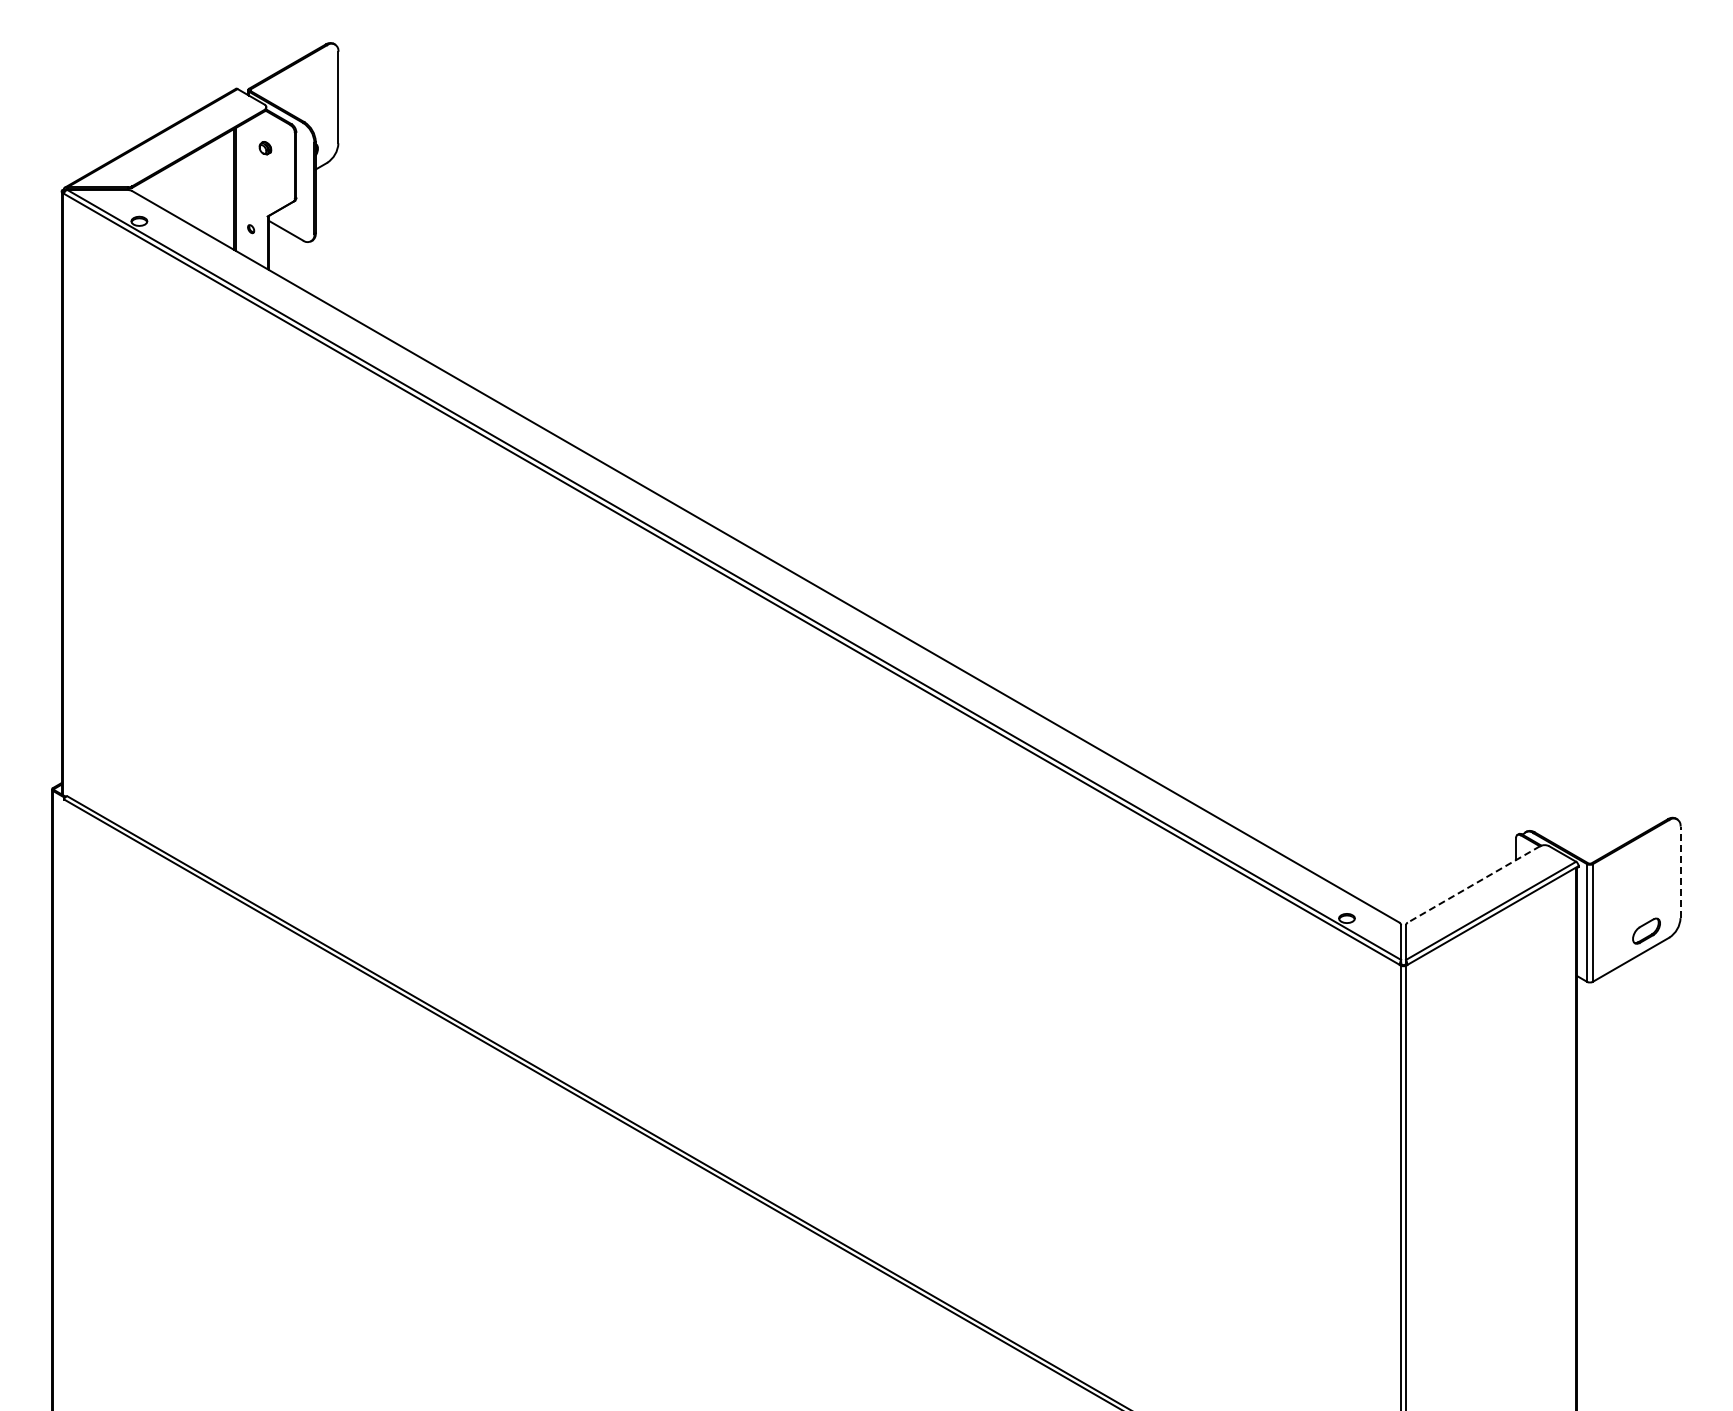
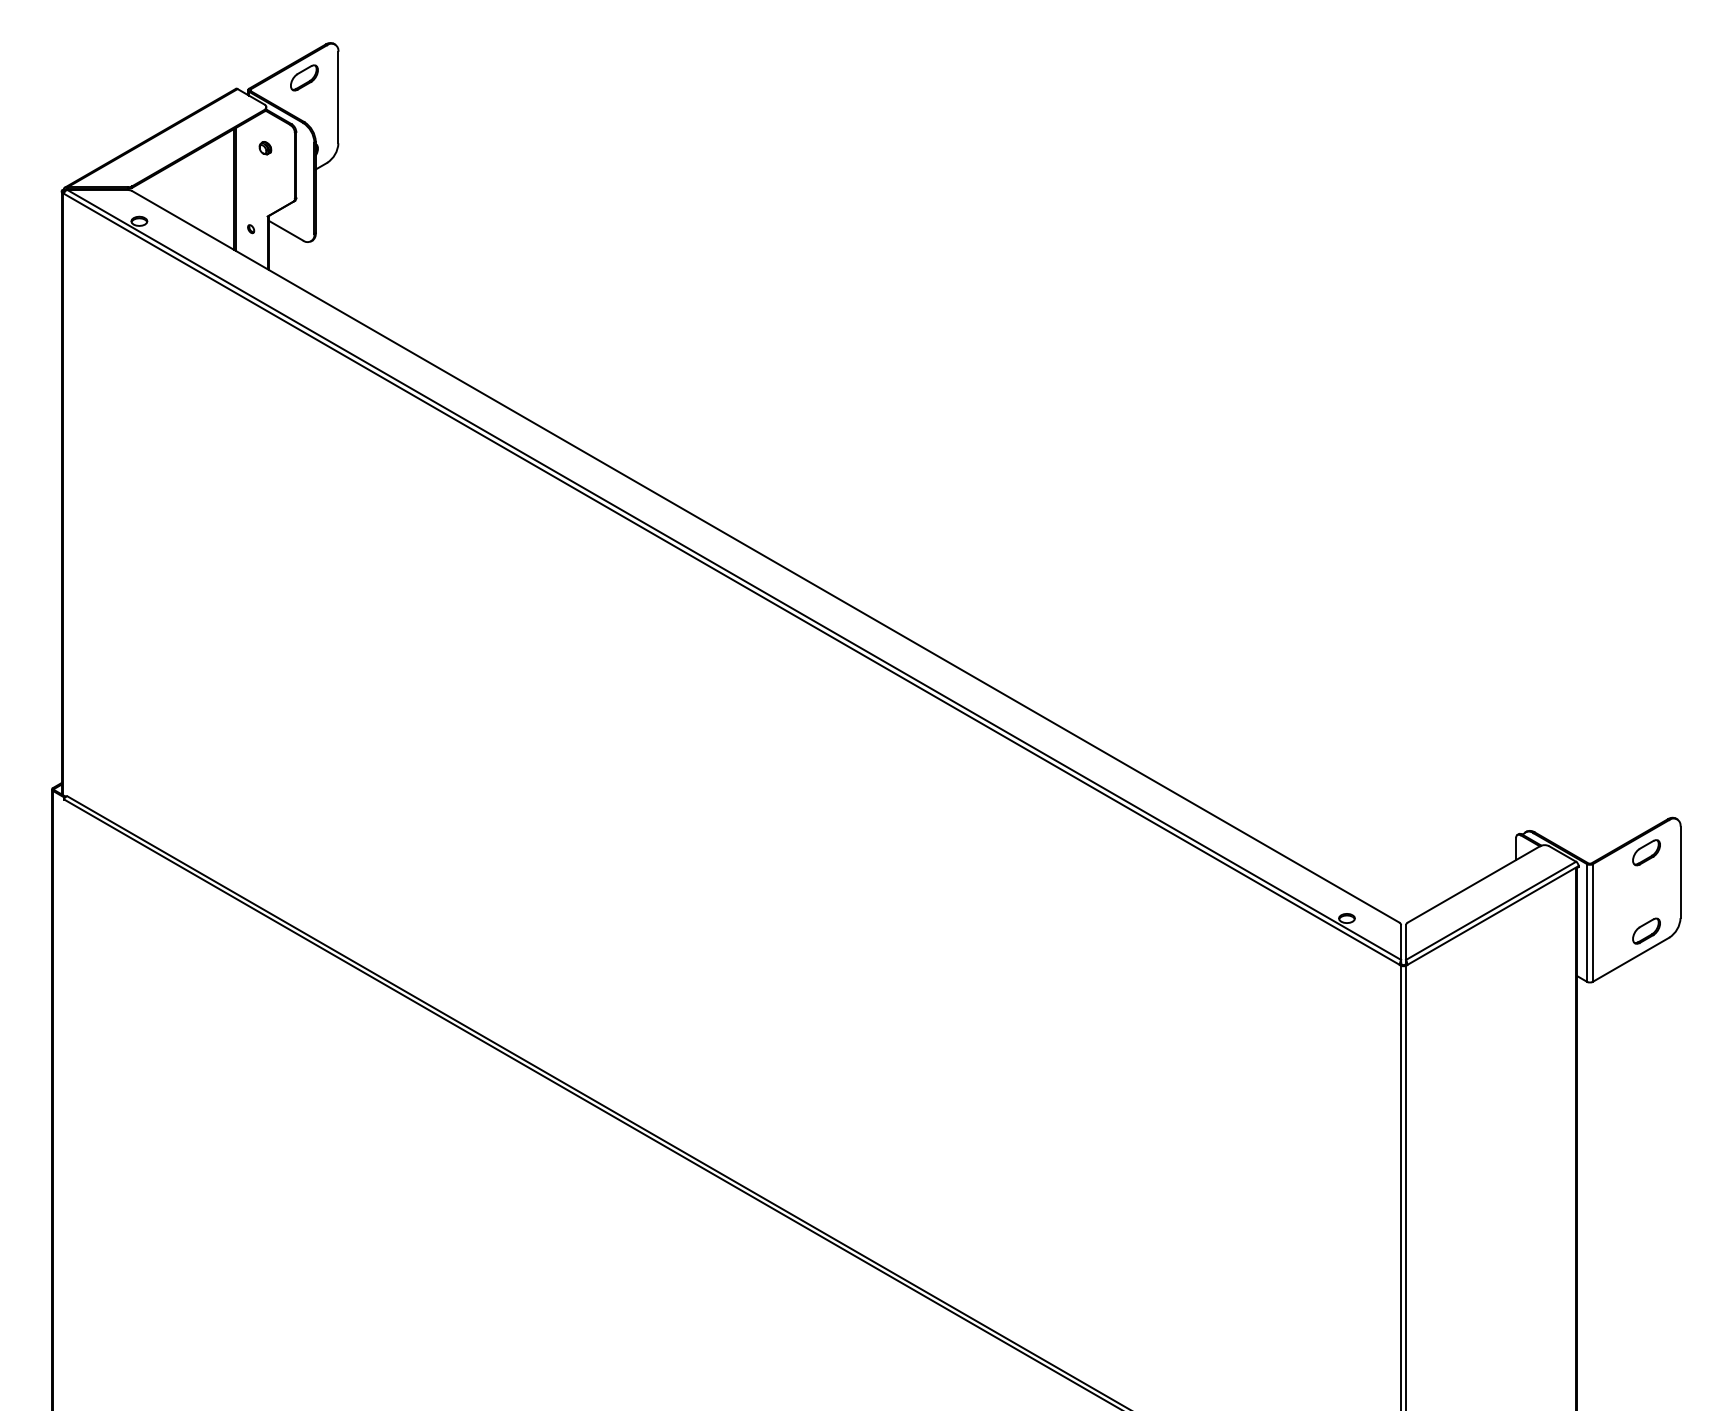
part at (304, 77): none -> present
part at (1646, 852): none -> present
line at (1680, 872): dashed -> solid
line at (1473, 884): dashed -> solid
